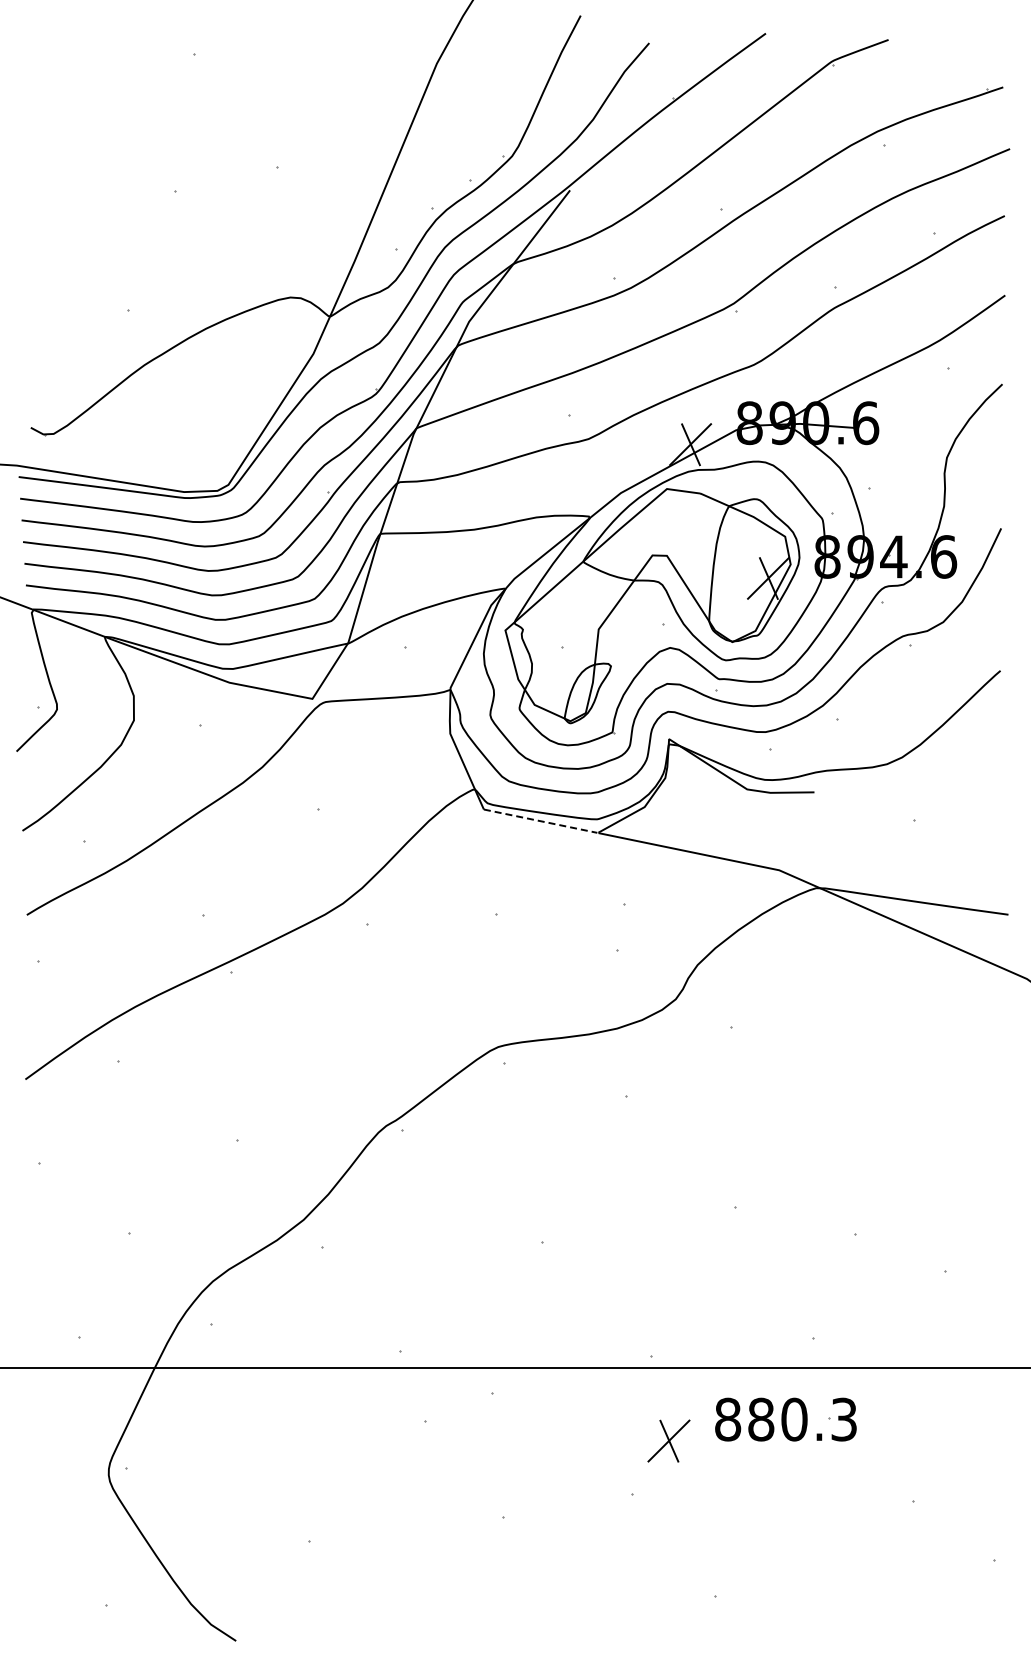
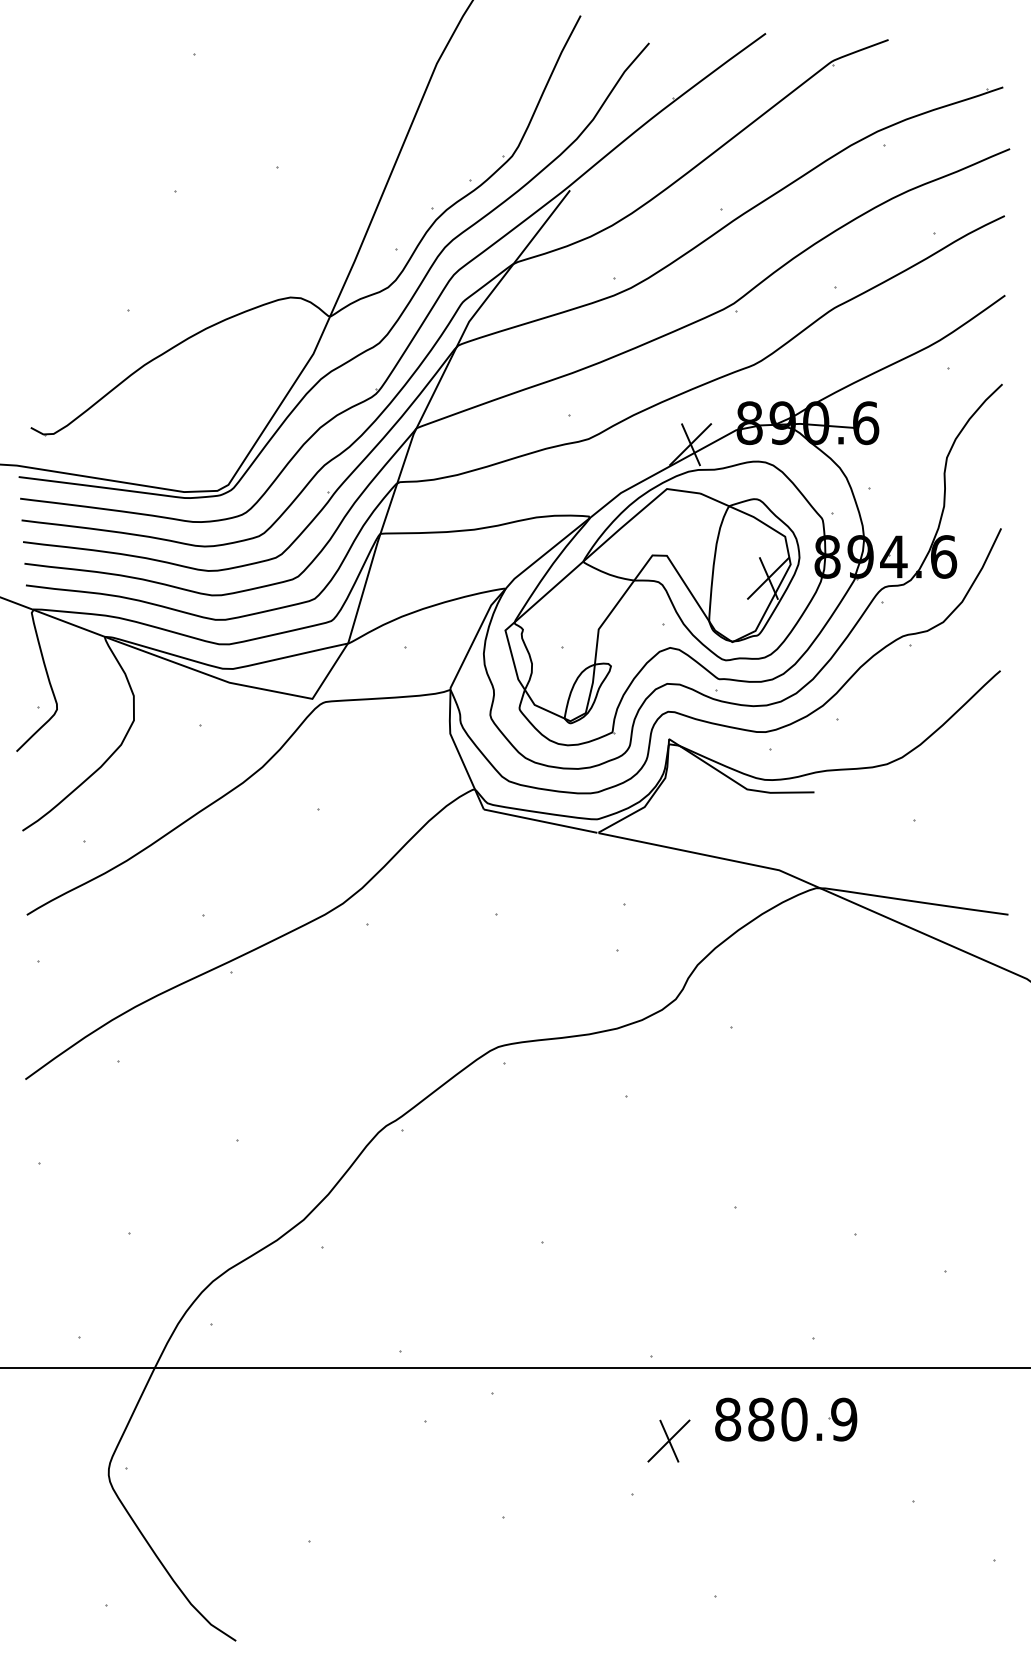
line at (540, 821): dashed -> solid
text at (844, 1419): 880.3 -> 880.9
